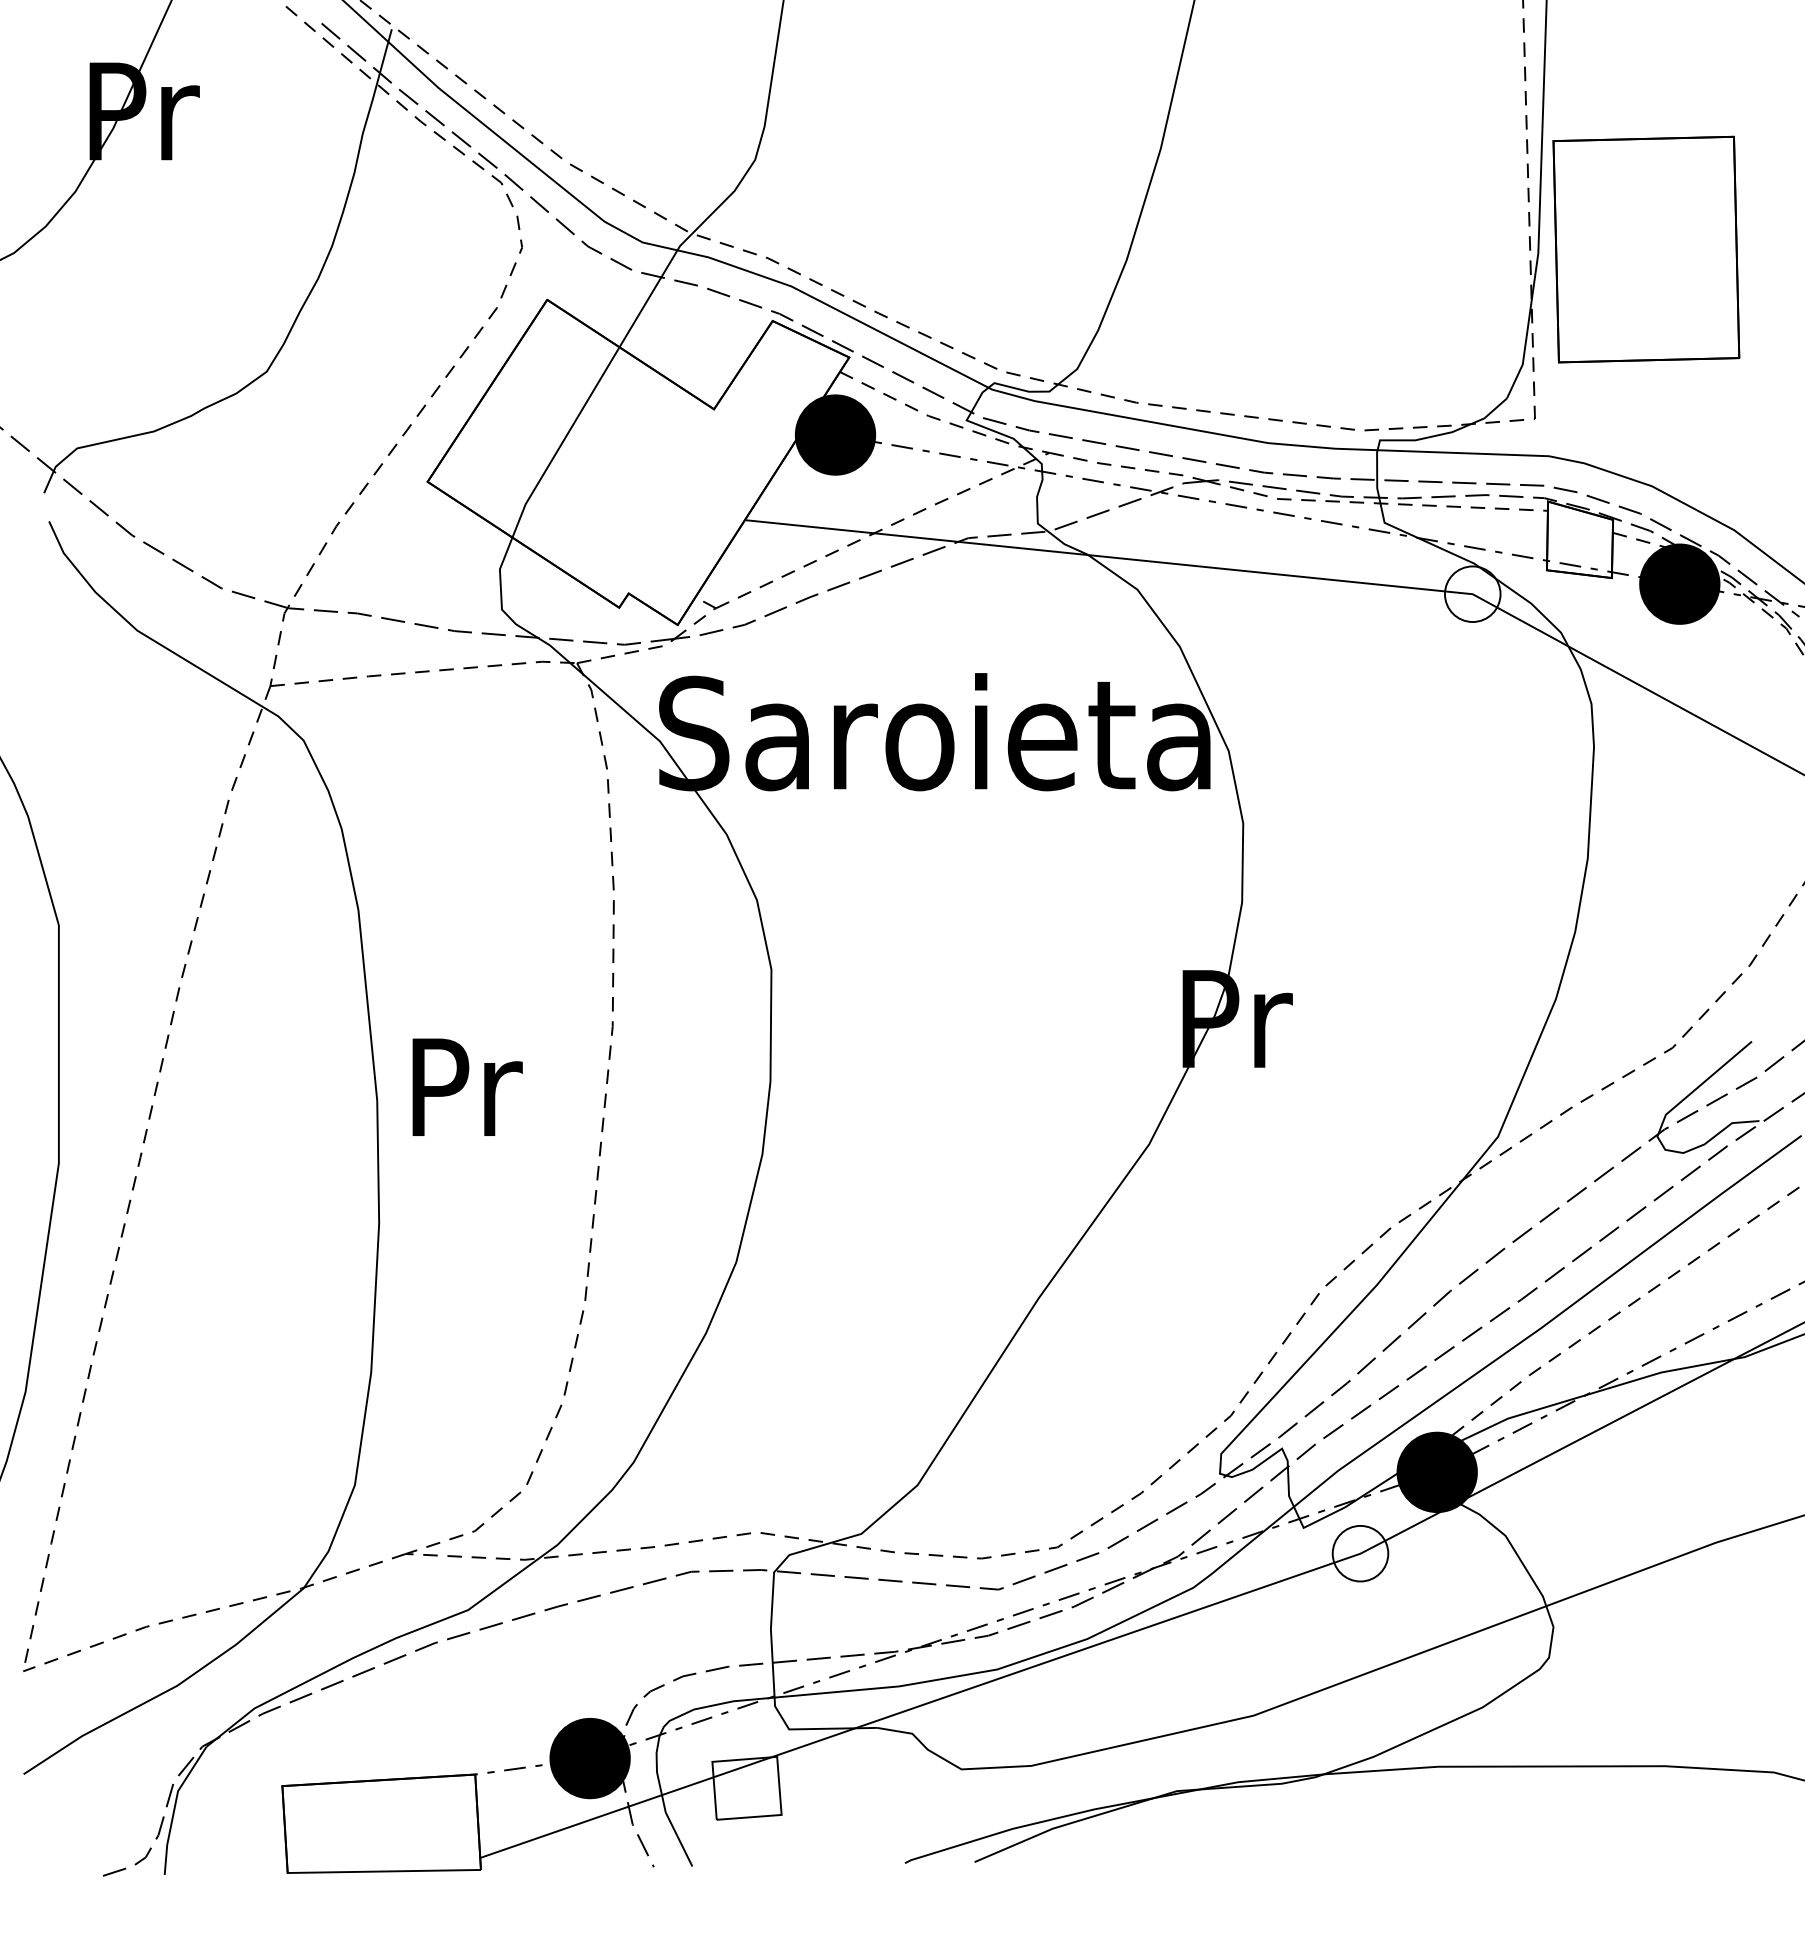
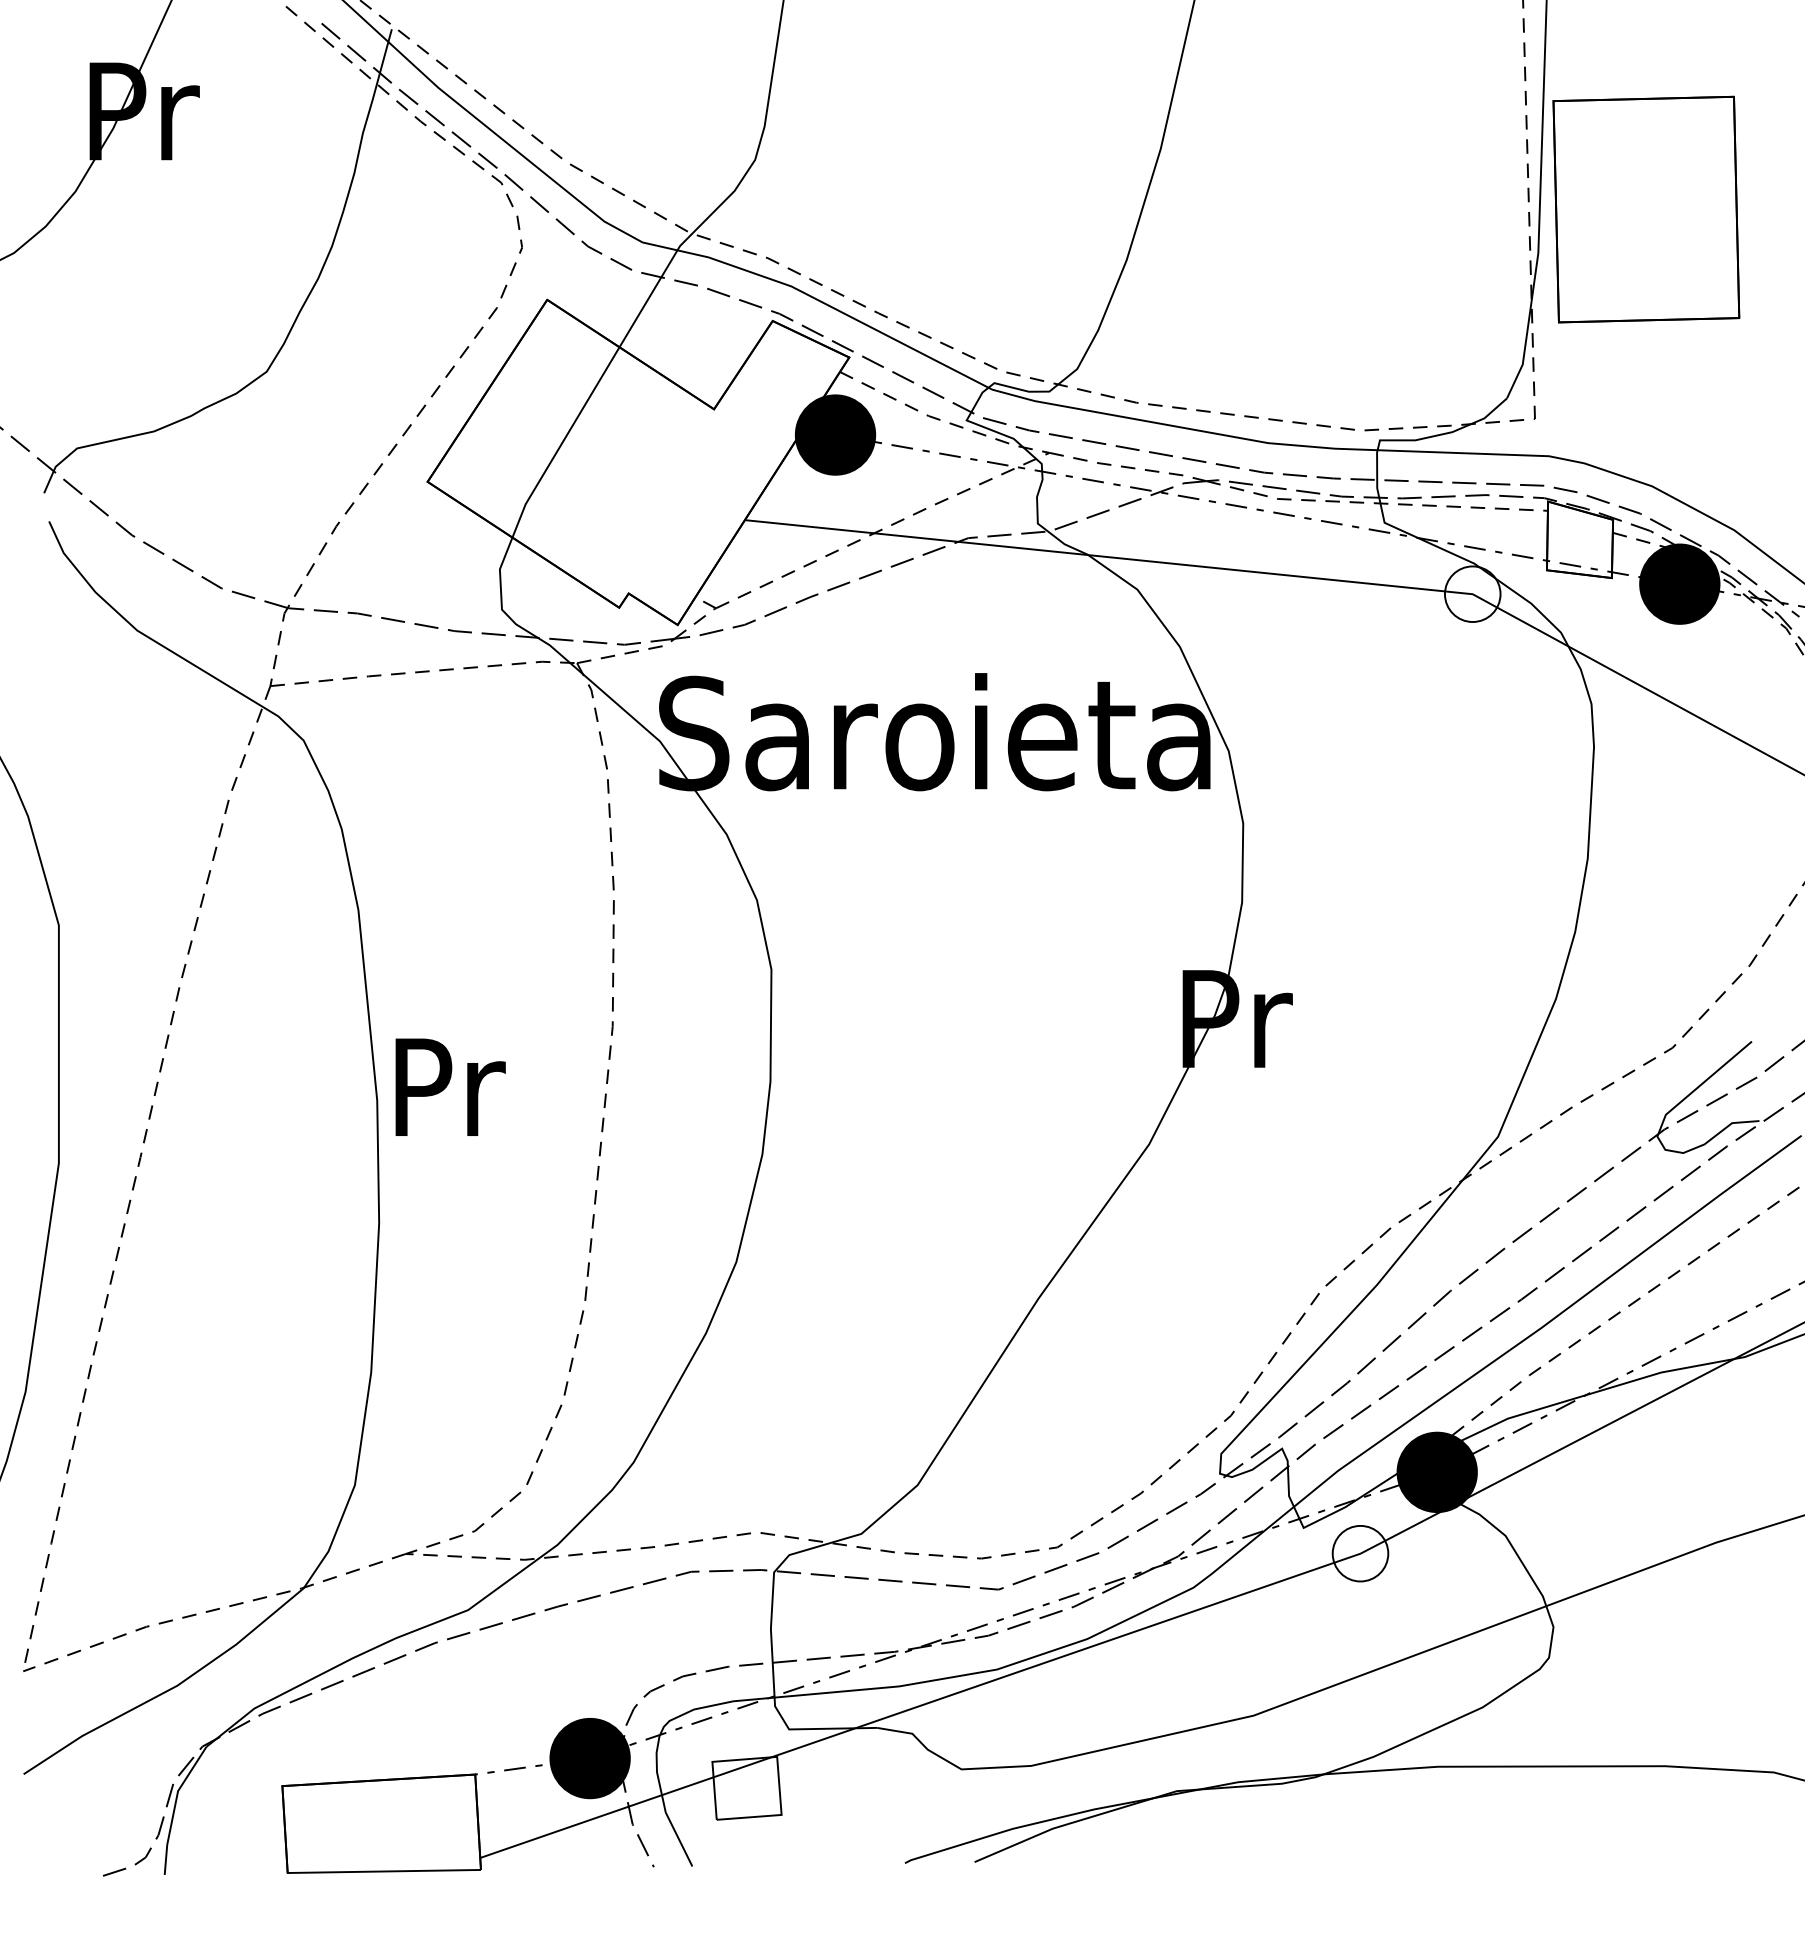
part at (1646, 249) position: (1646, 249) -> (1646, 209)
text at (467, 1086) position: (467, 1086) -> (450, 1086)
